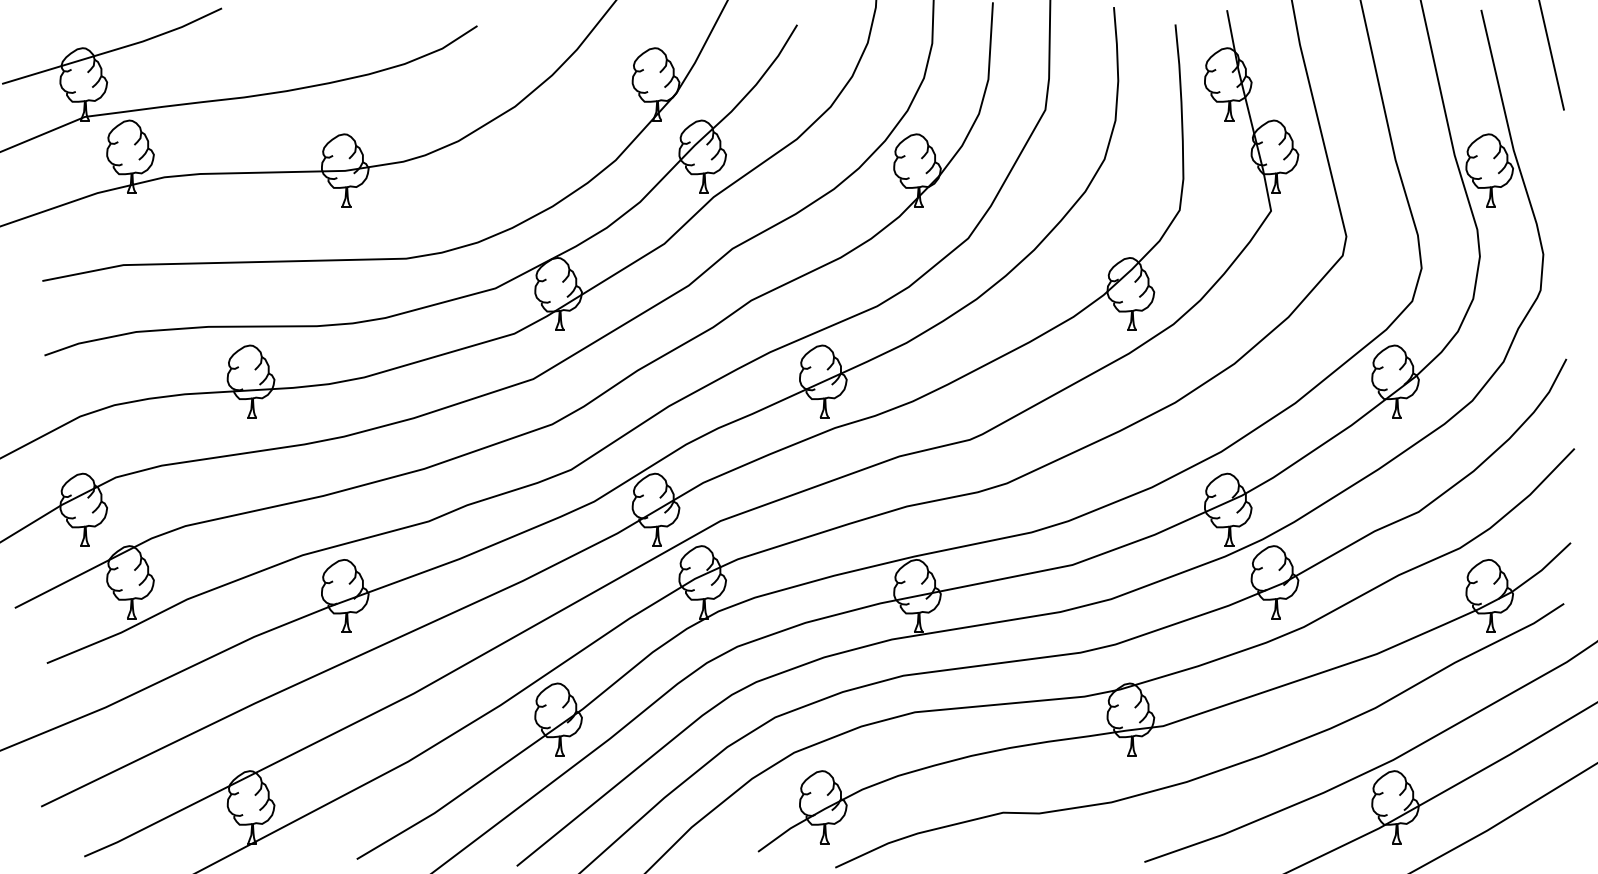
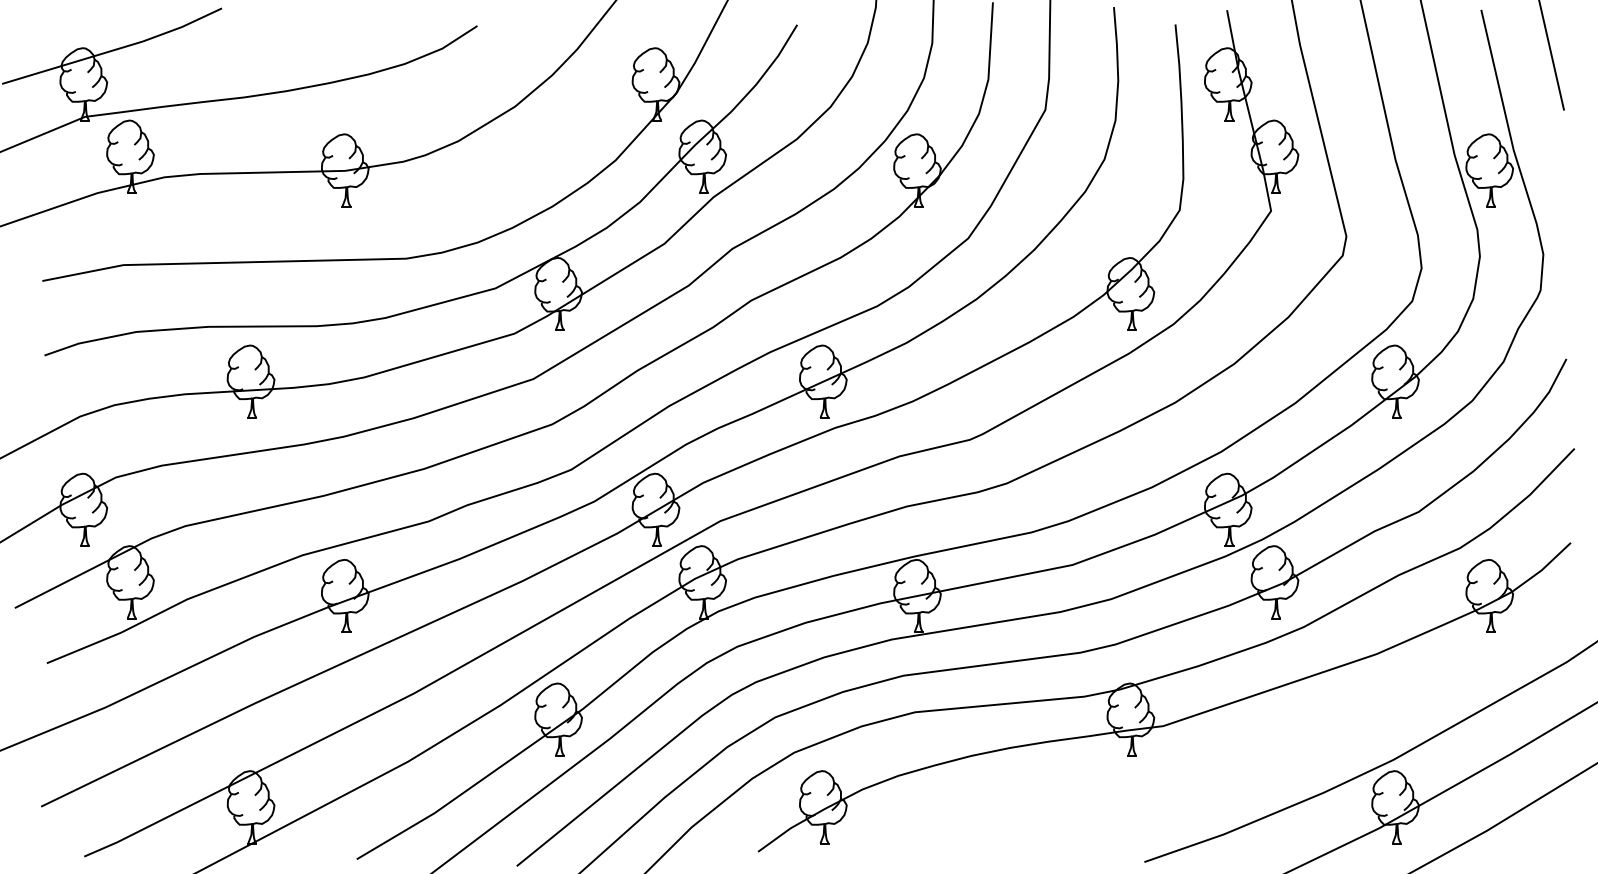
curve at (1210, 772): present -> none
